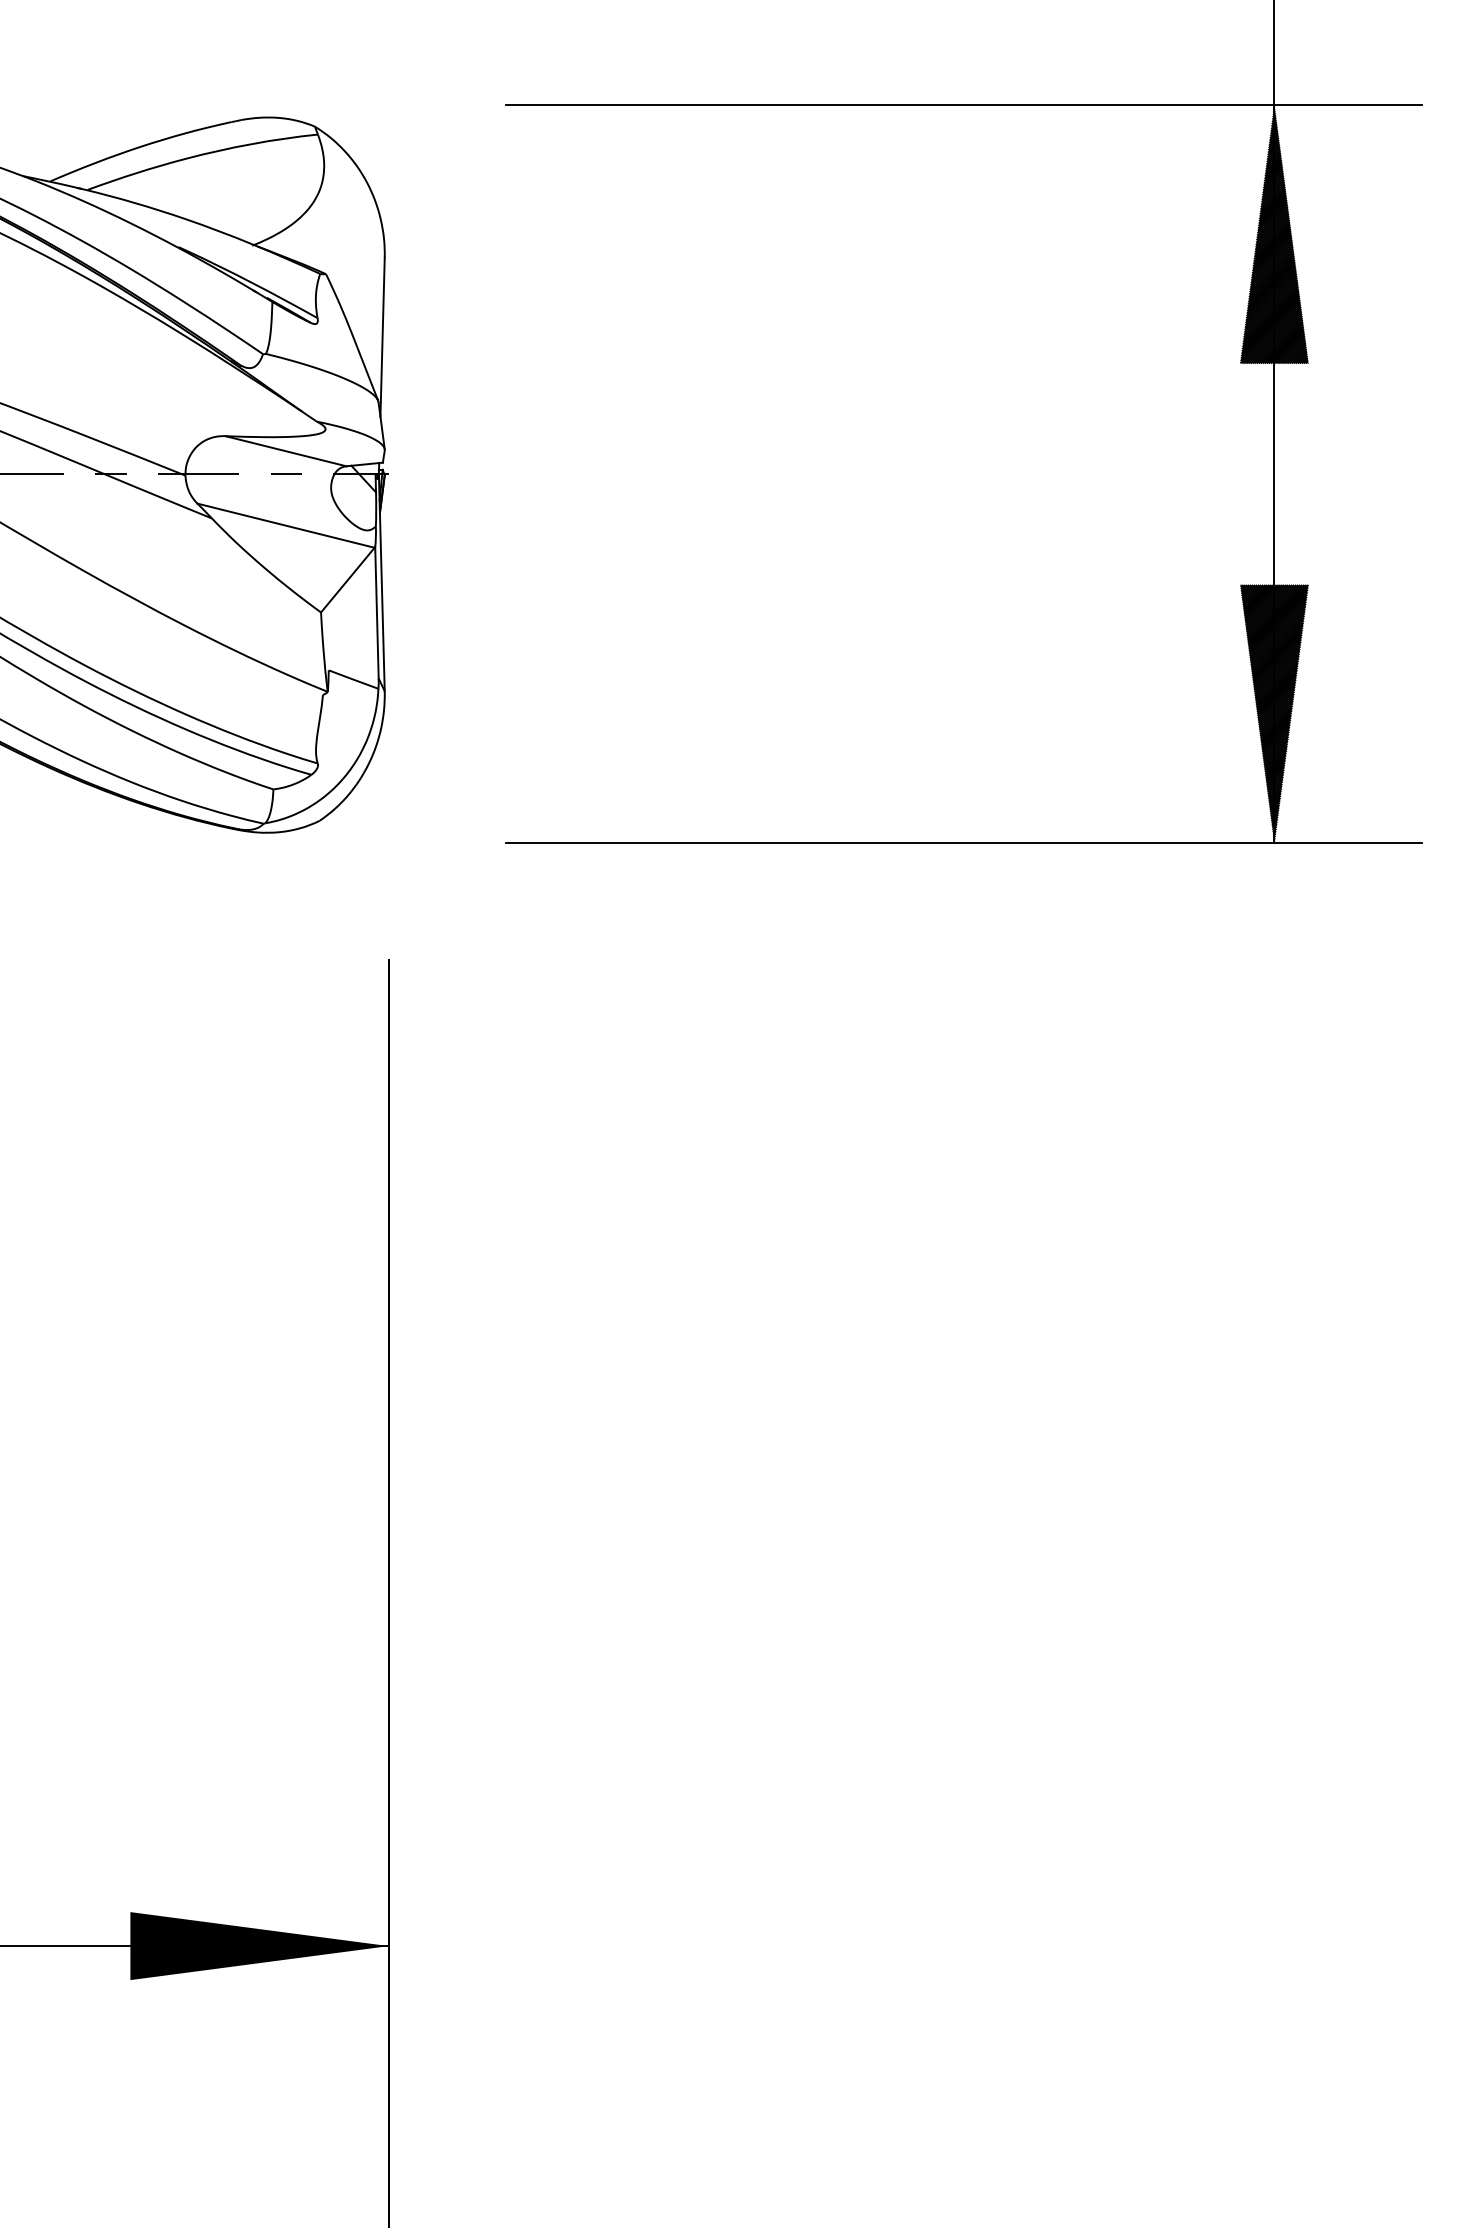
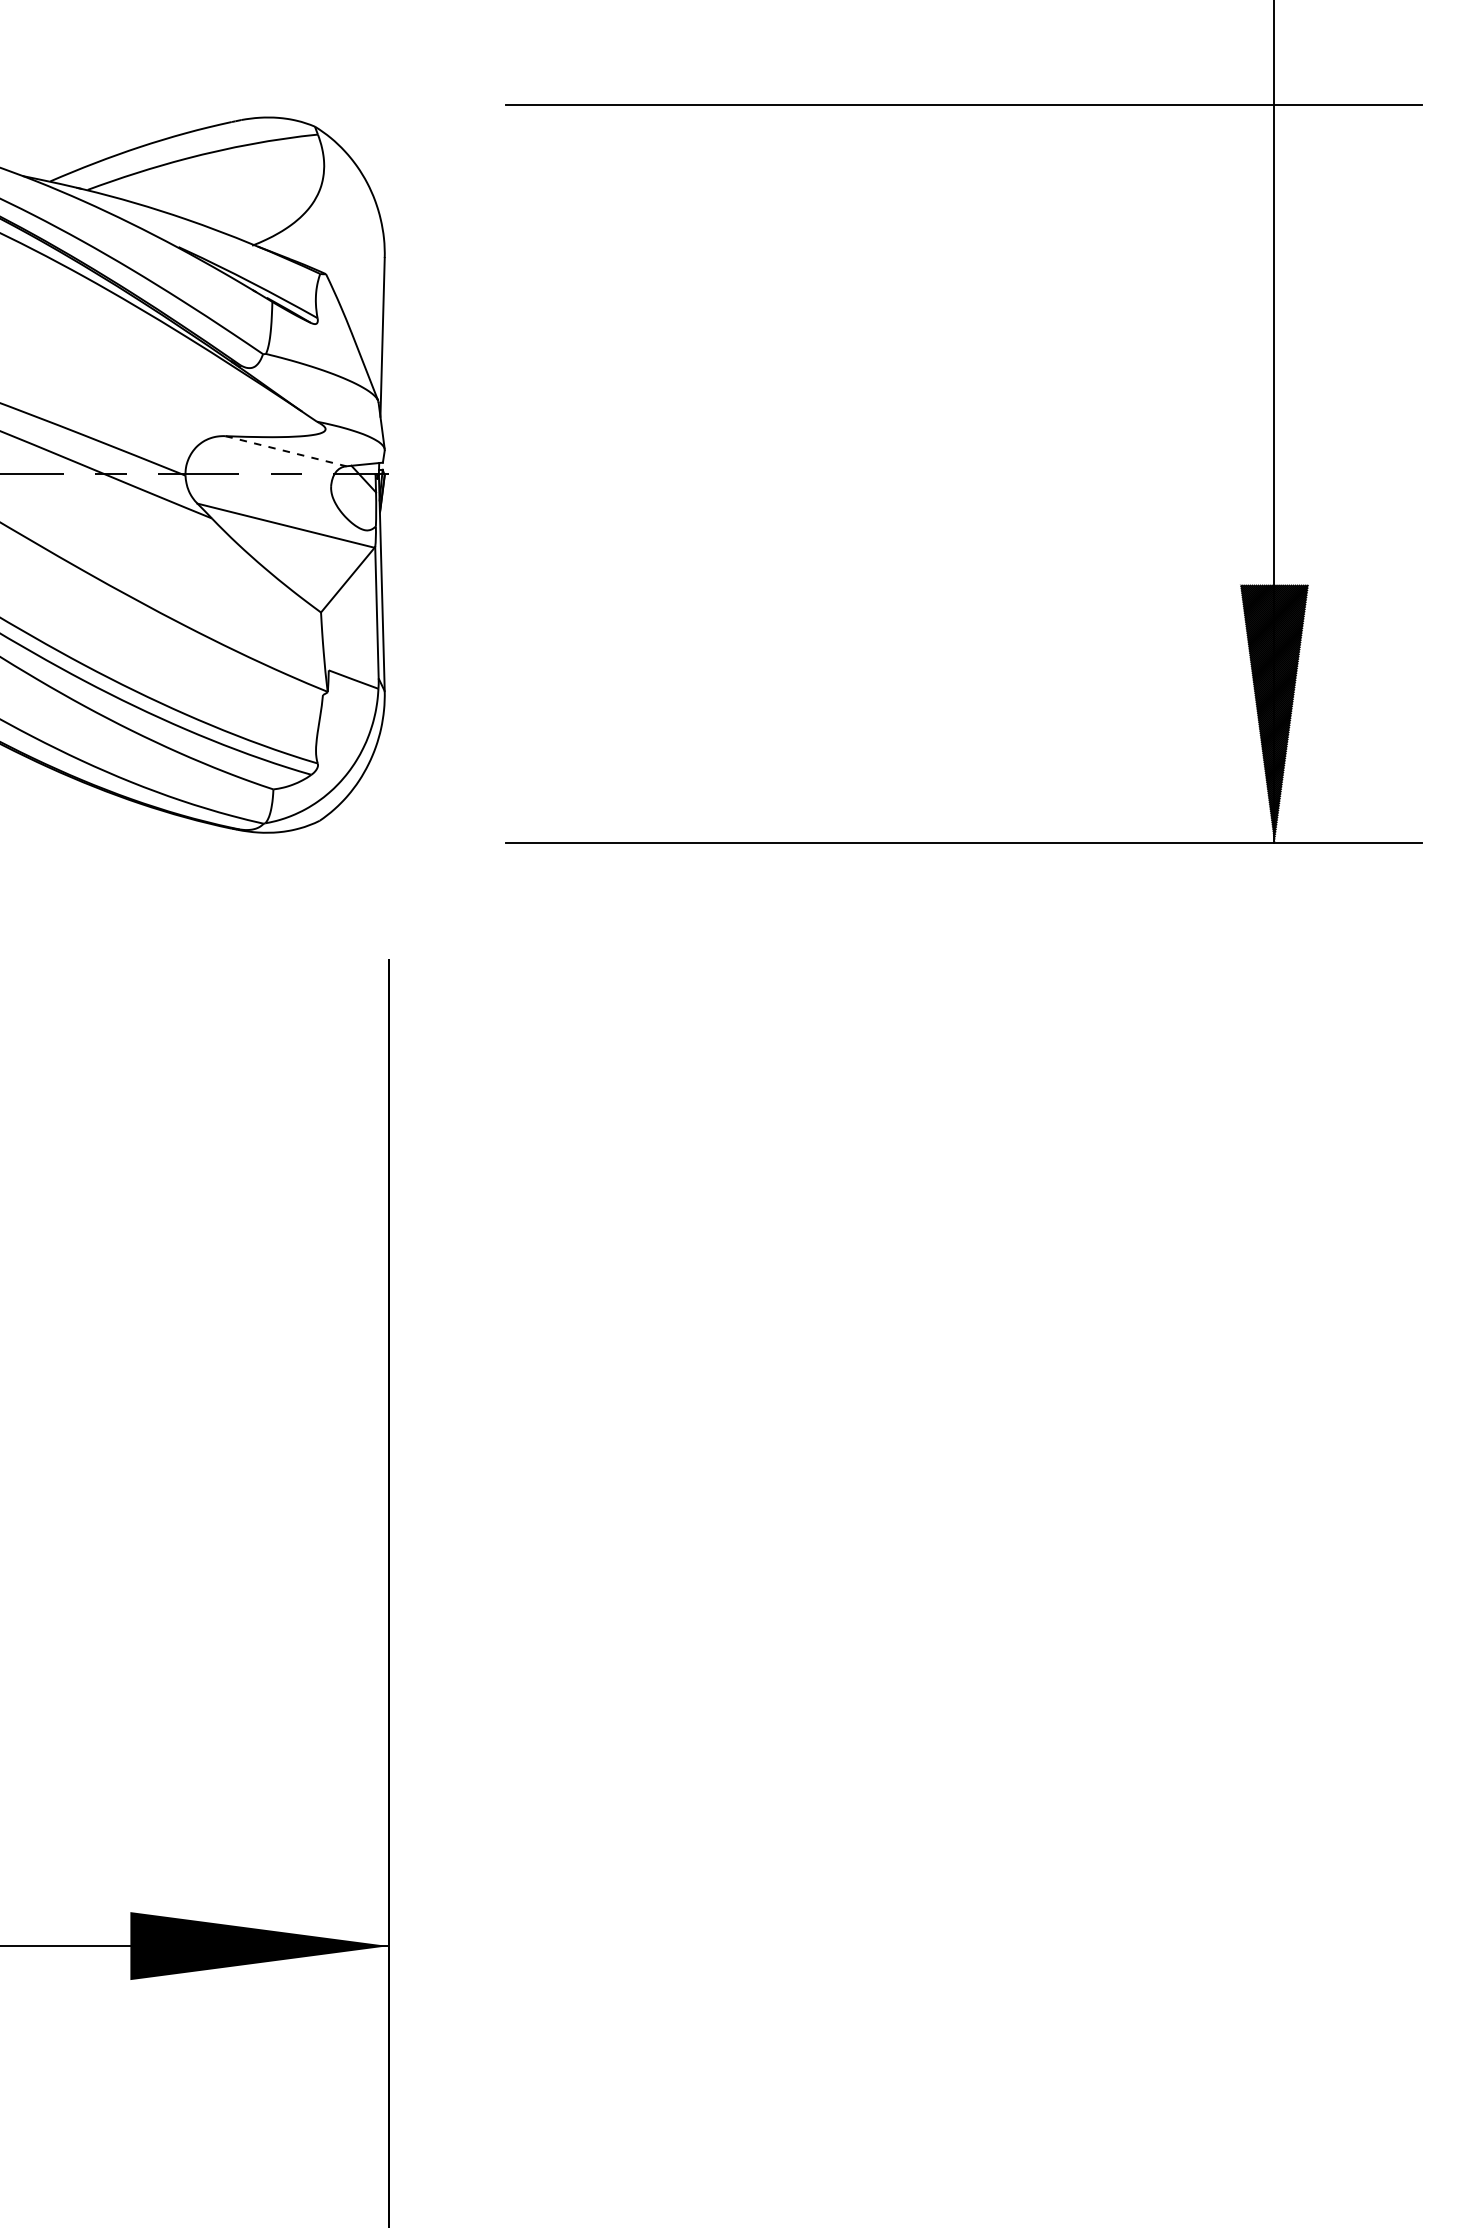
hatch at (1274, 234): present -> none
line at (286, 451): solid -> dashed
